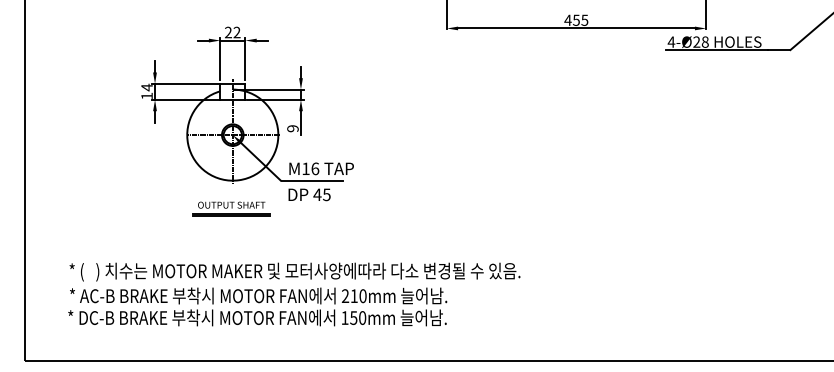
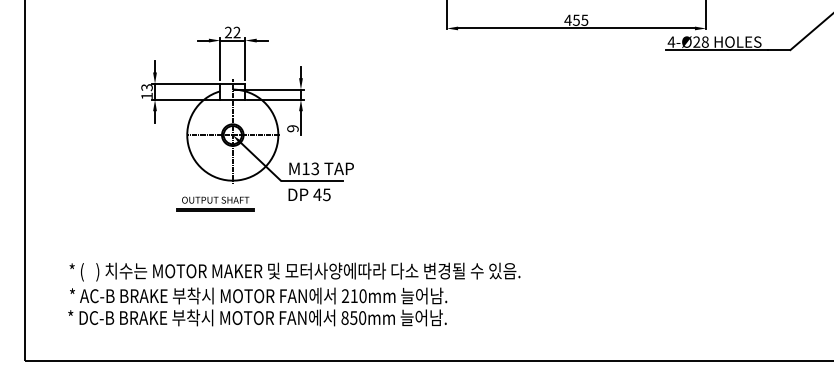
text at (146, 87): 14 -> 13
text at (315, 168): M16 -> M13
part at (231, 208) position: (231, 208) -> (215, 203)
text at (344, 318): 150mm -> 850mm
